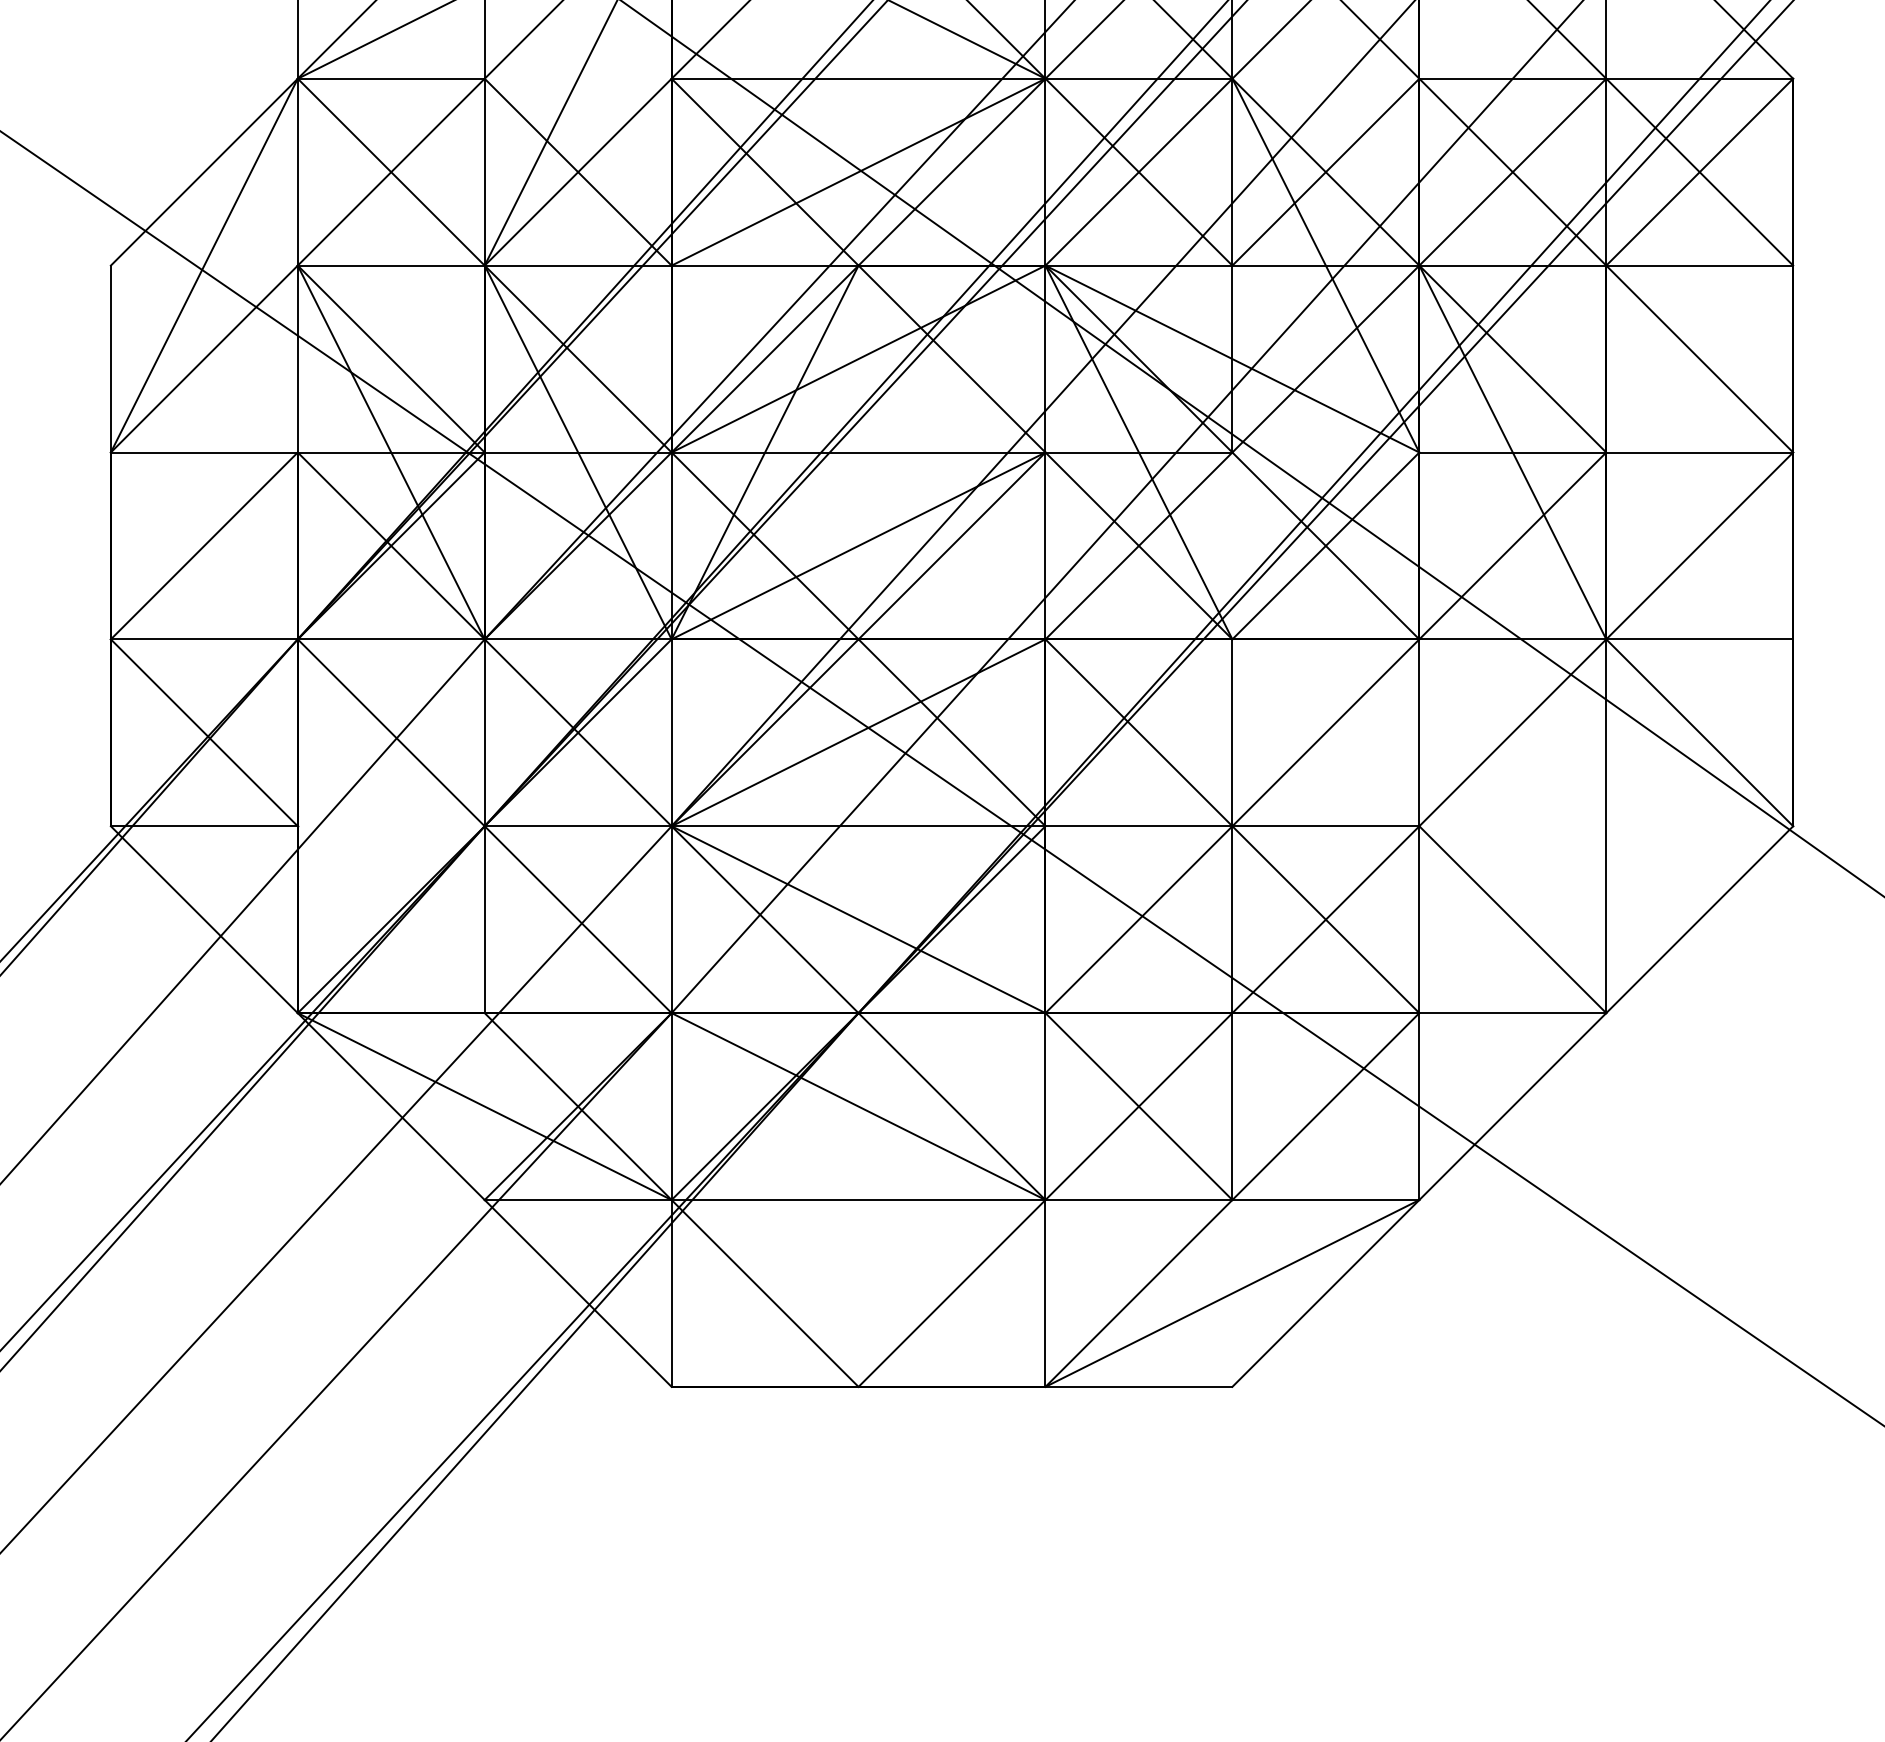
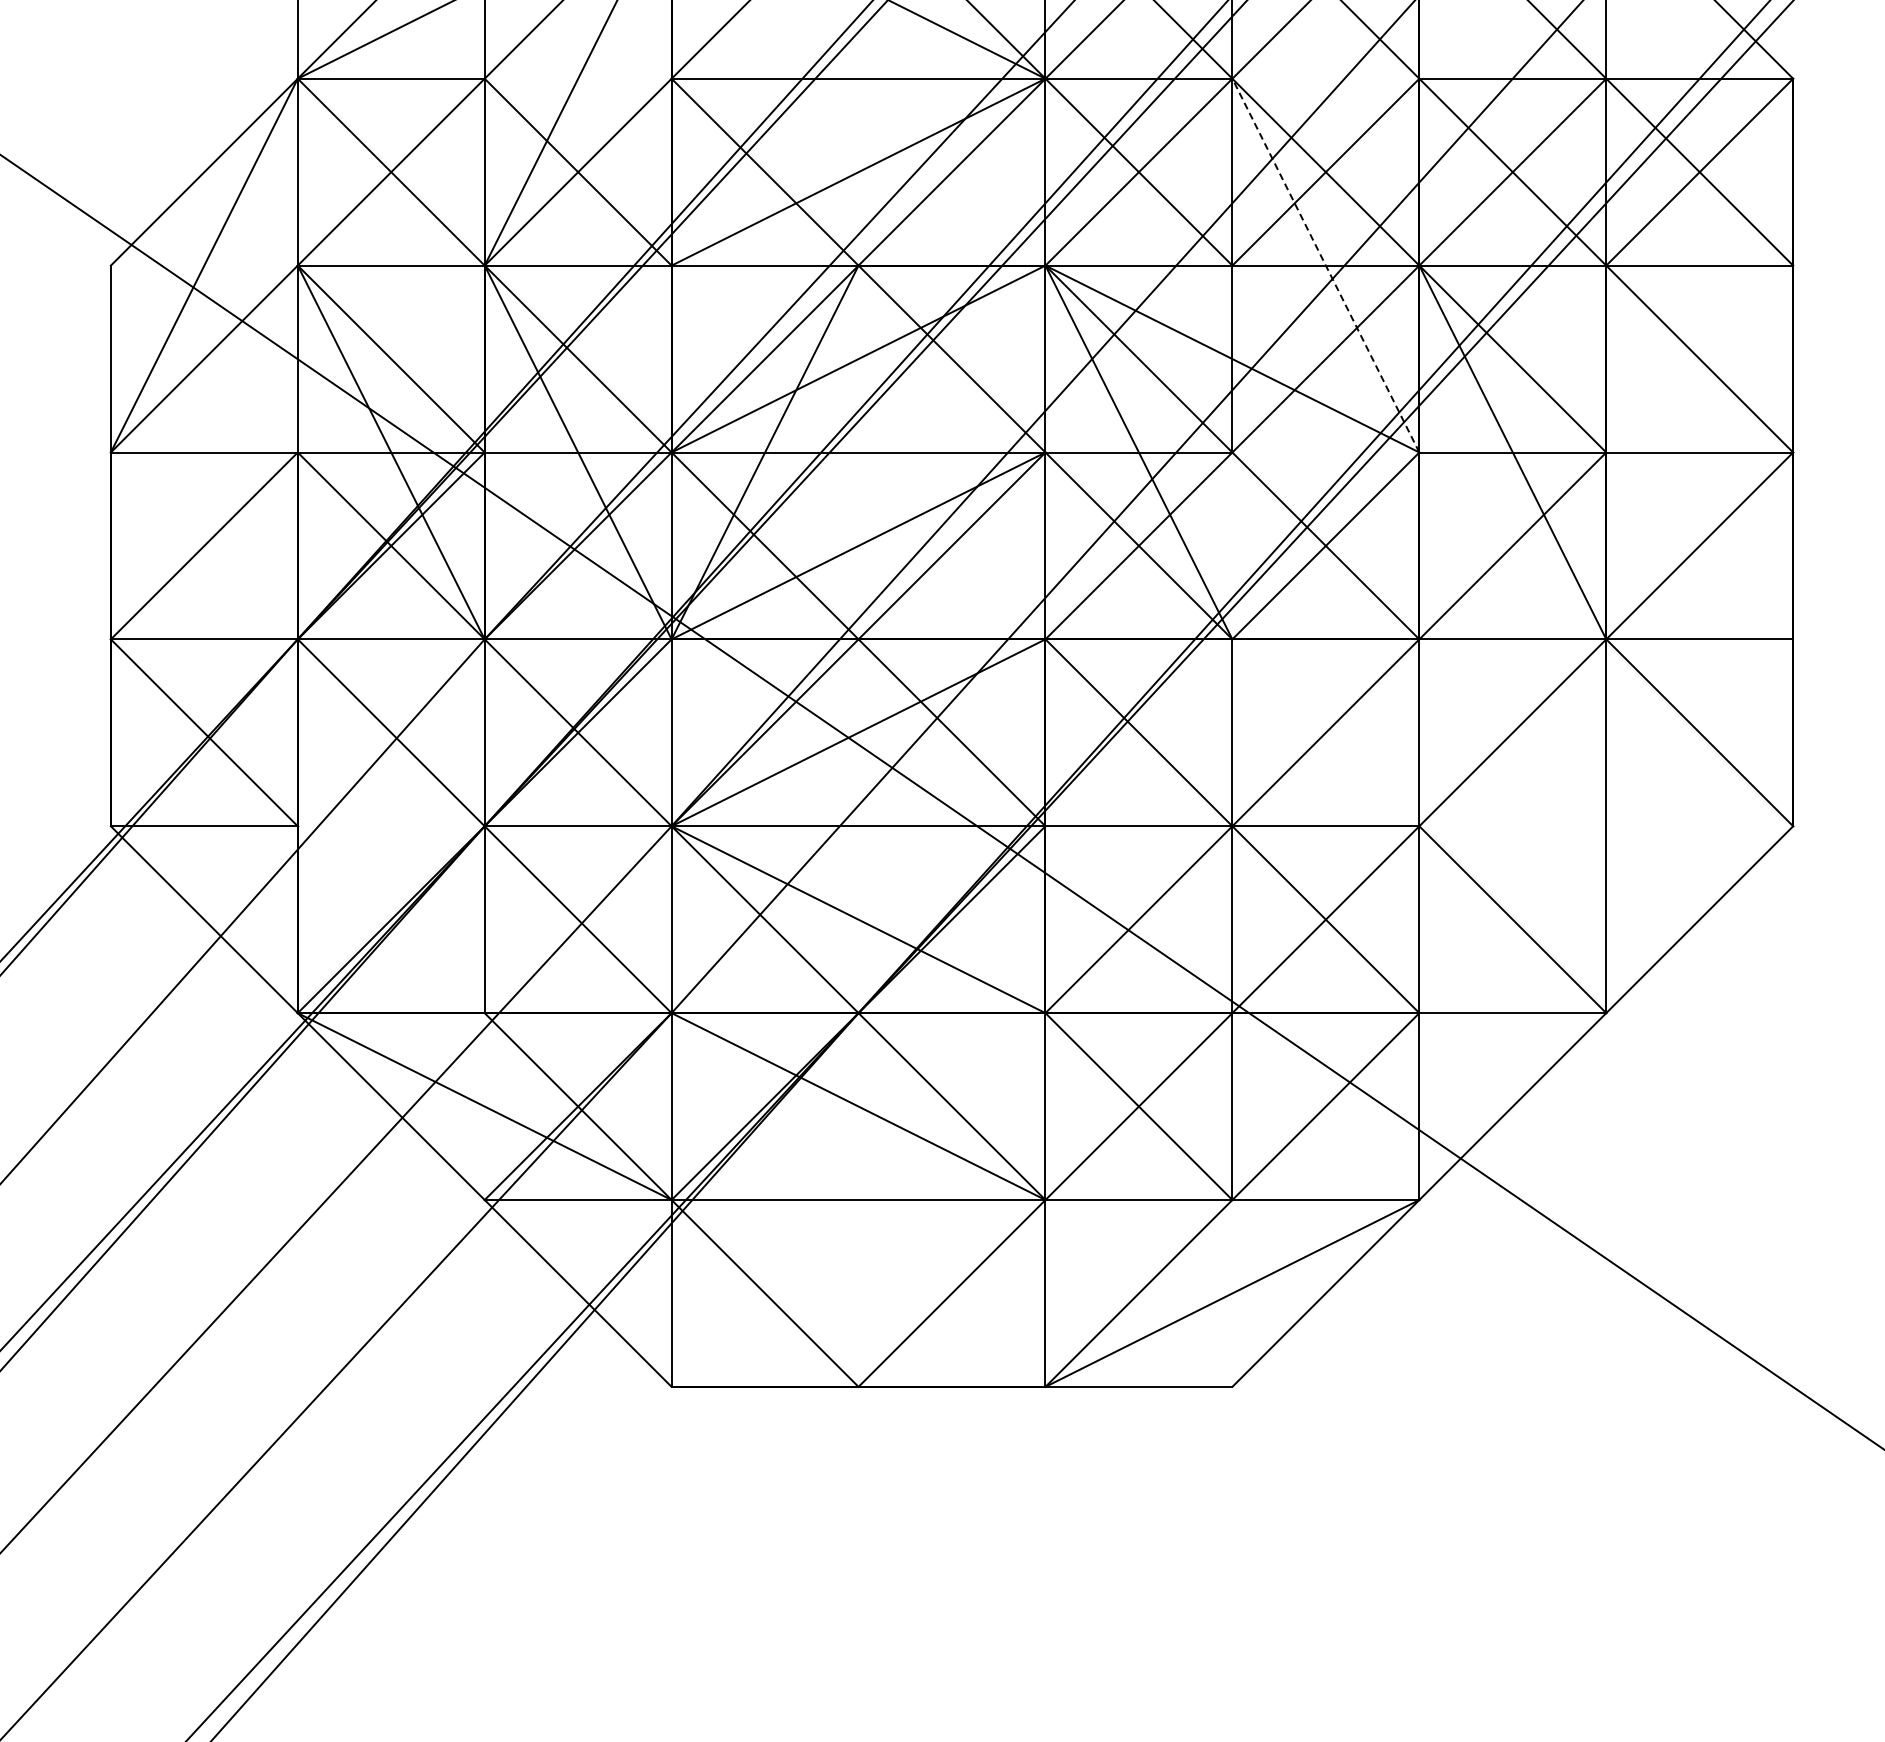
line at (1325, 265): solid -> dashed
line at (1252, 448): present -> none
line at (941, 778) position: (941, 778) -> (941, 801)
